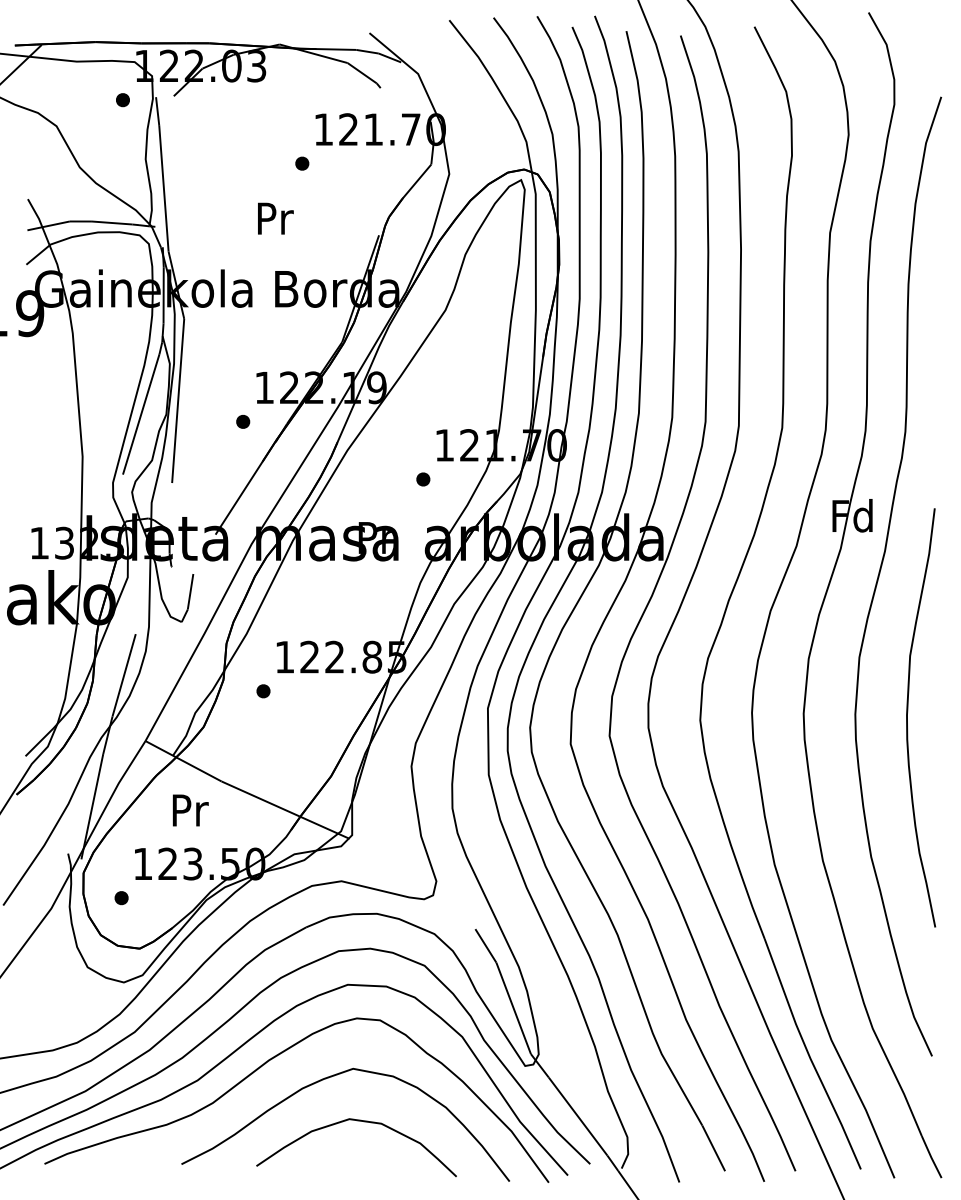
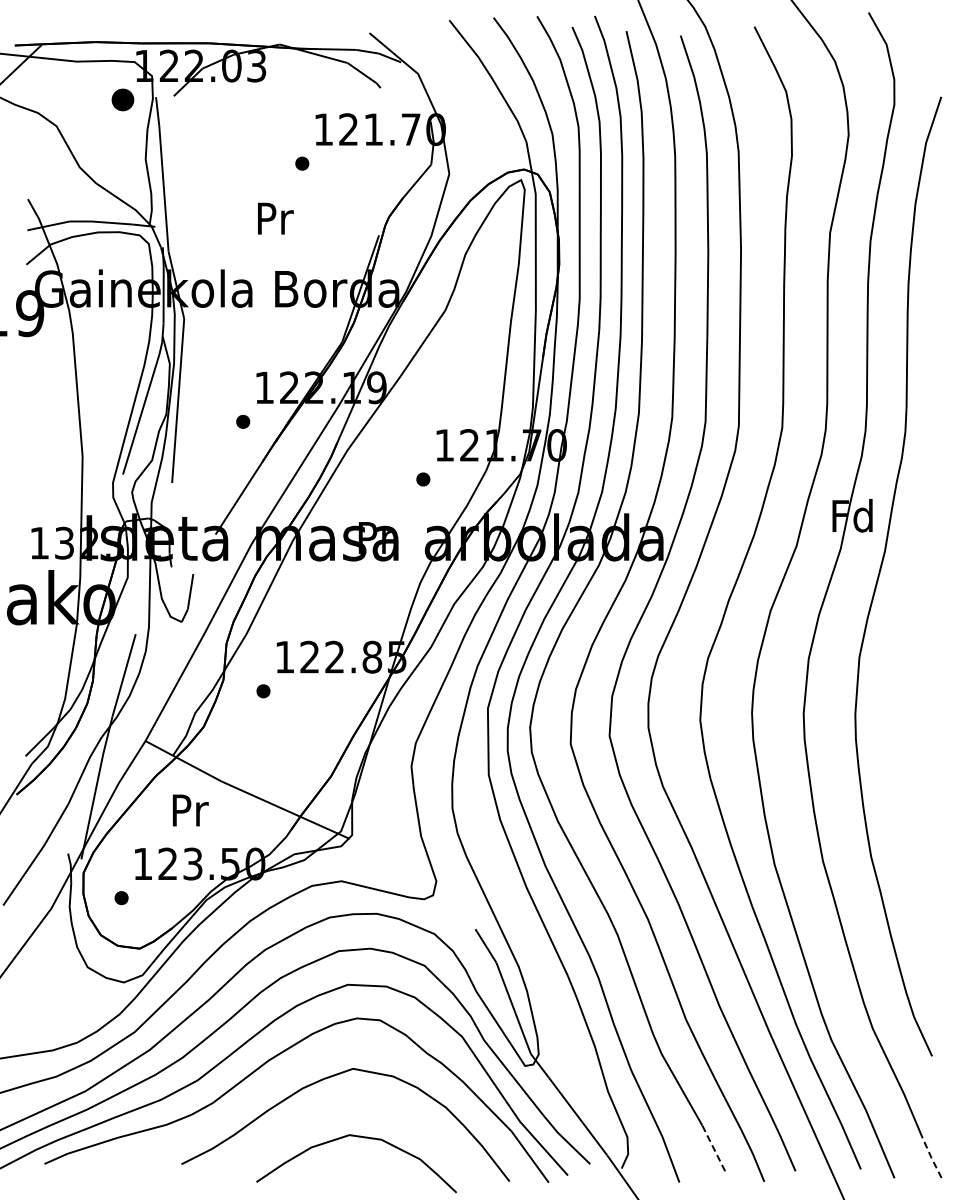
part at (122, 100) size: 14x15 px -> 24x24 px
curve at (907, 717): present -> none
curve at (357, 1121) position: (357, 1121) -> (357, 1137)
line at (713, 1148): solid -> dashed
line at (931, 1157): solid -> dashed
